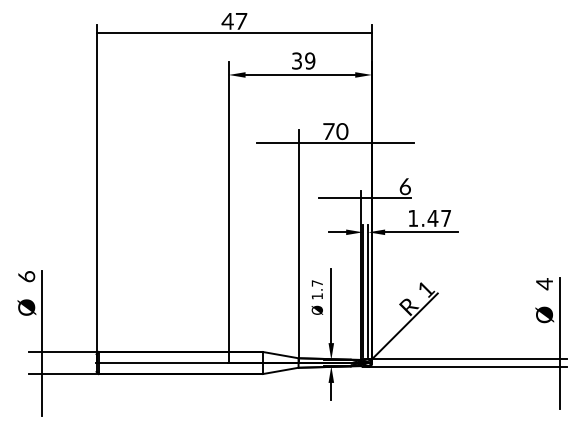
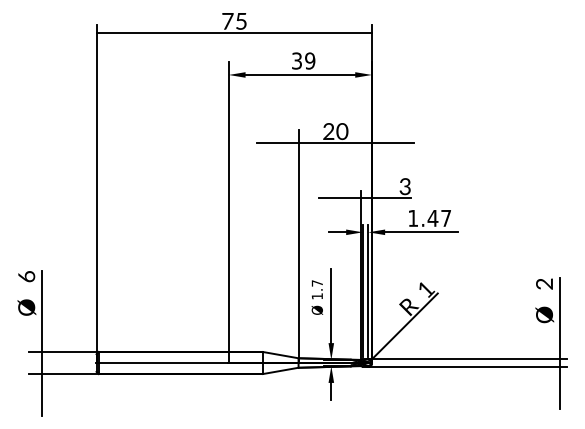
text at (234, 21): 47 -> 75
text at (328, 131): 70 -> 20
text at (404, 186): 6 -> 3
text at (544, 284): 4 -> 2
